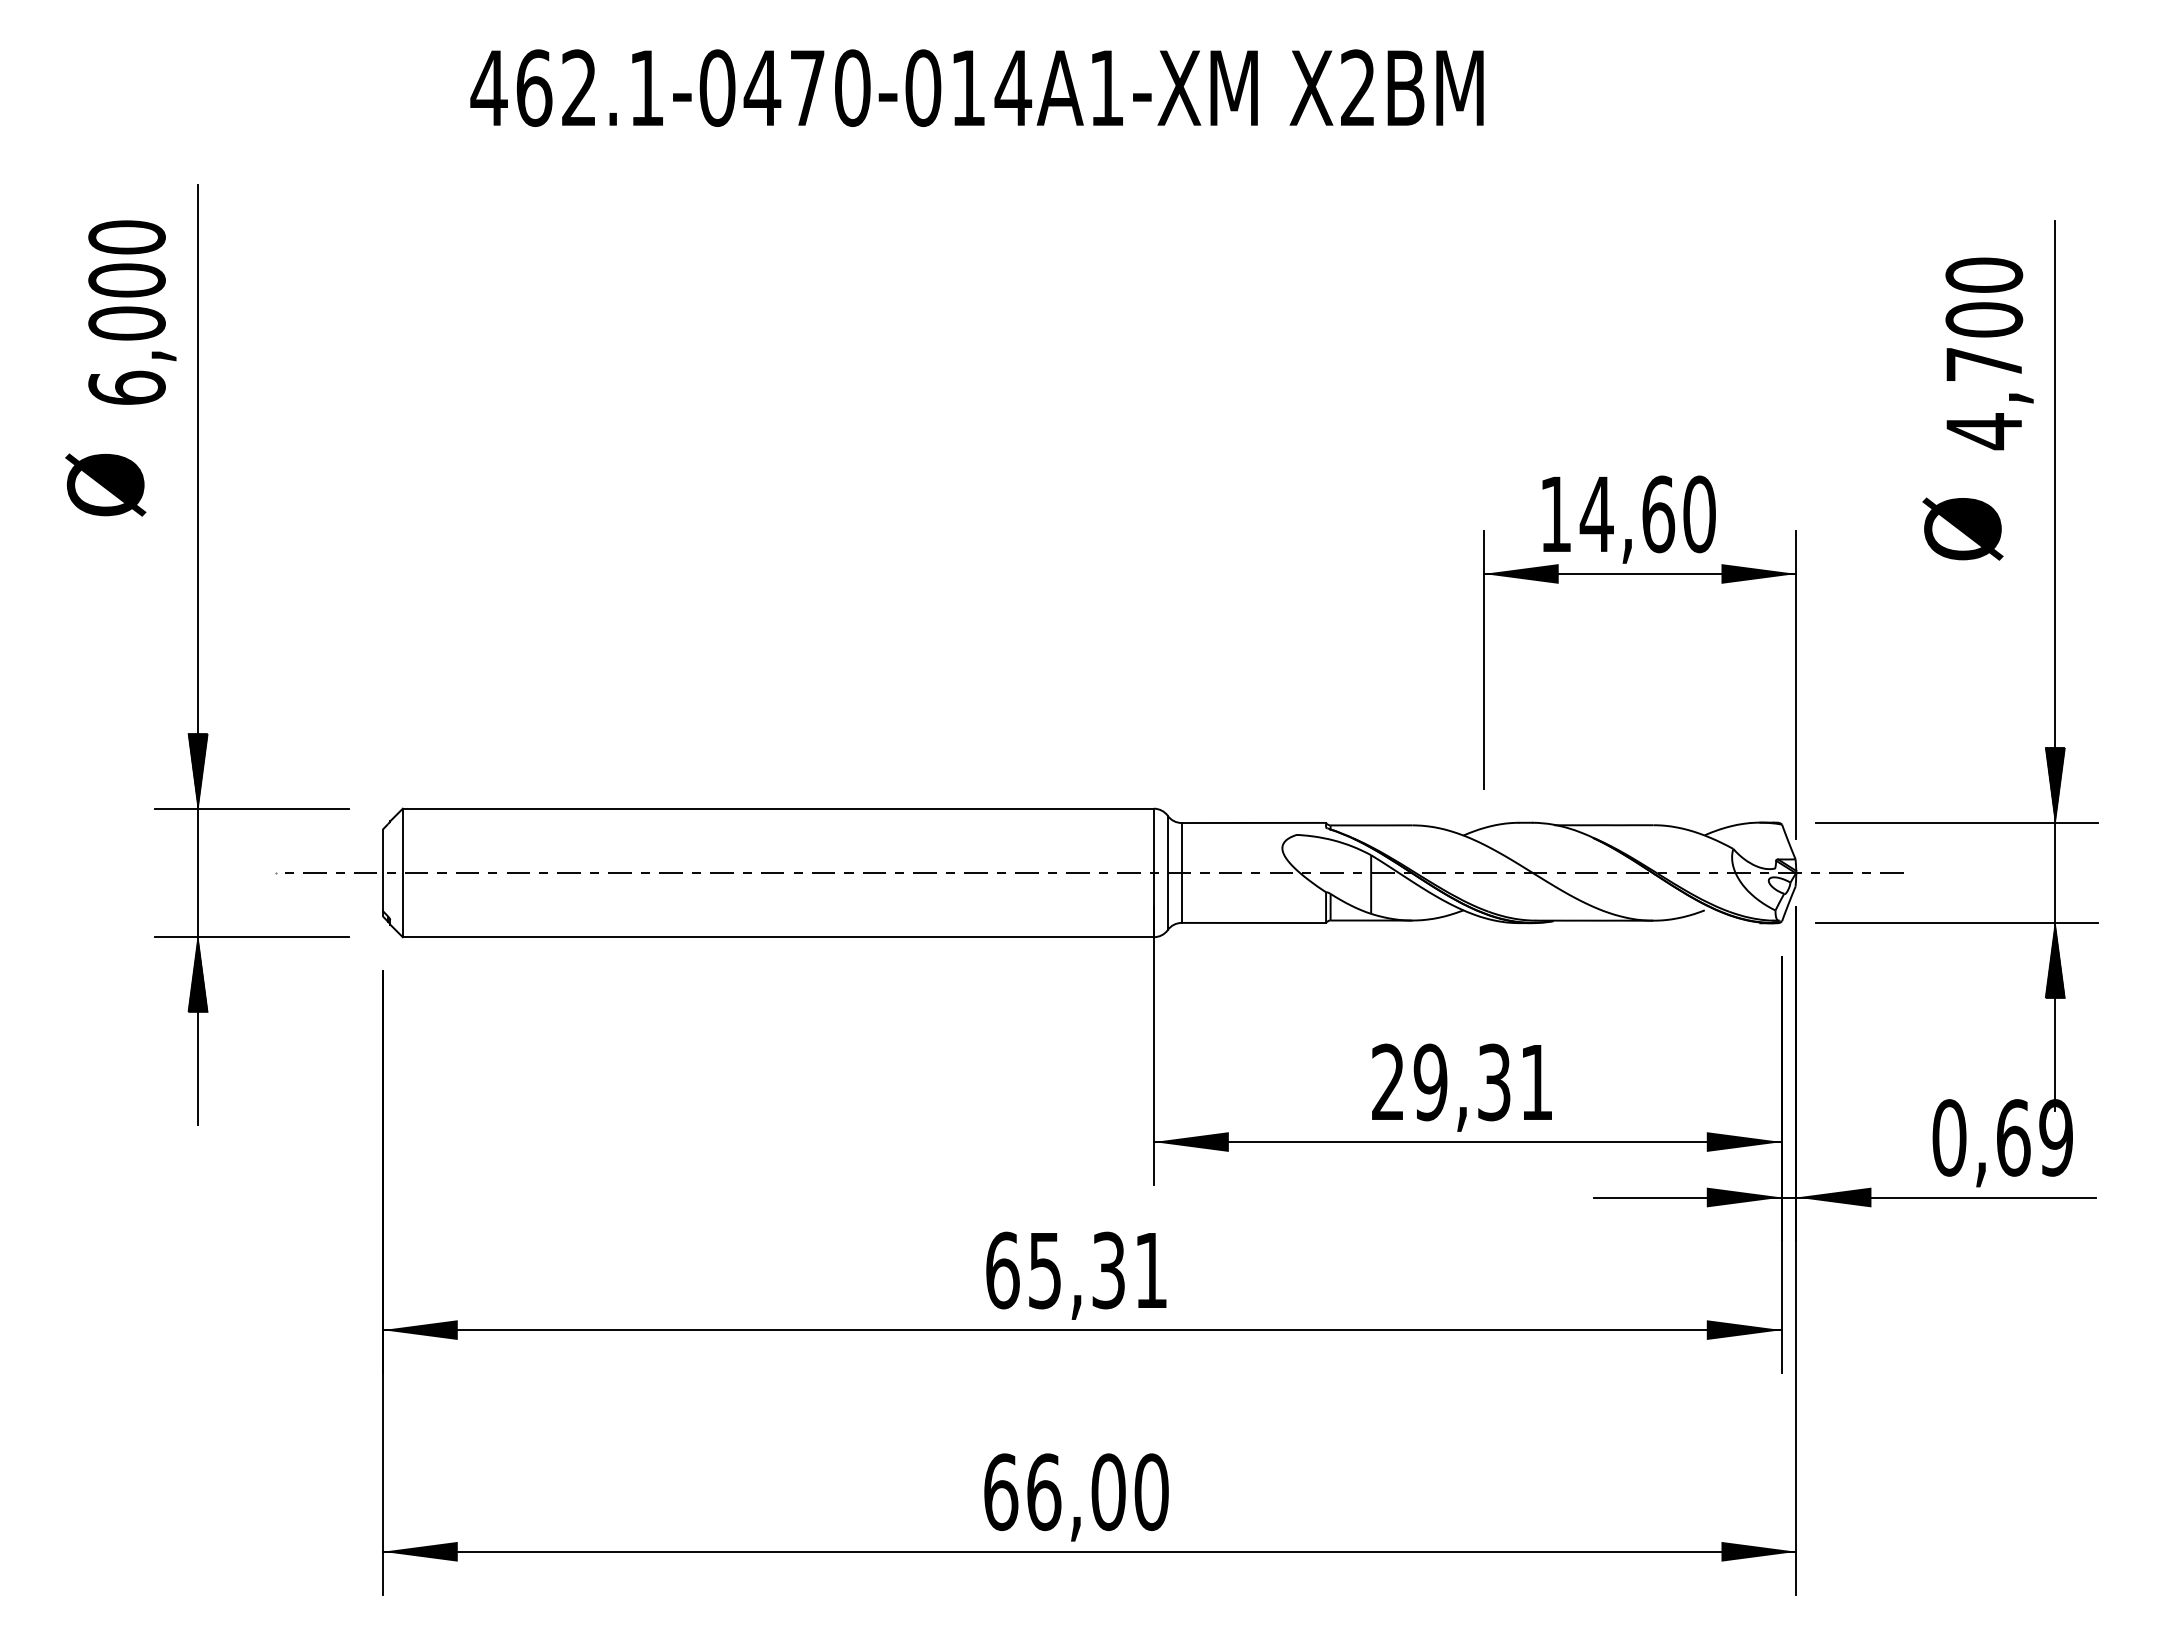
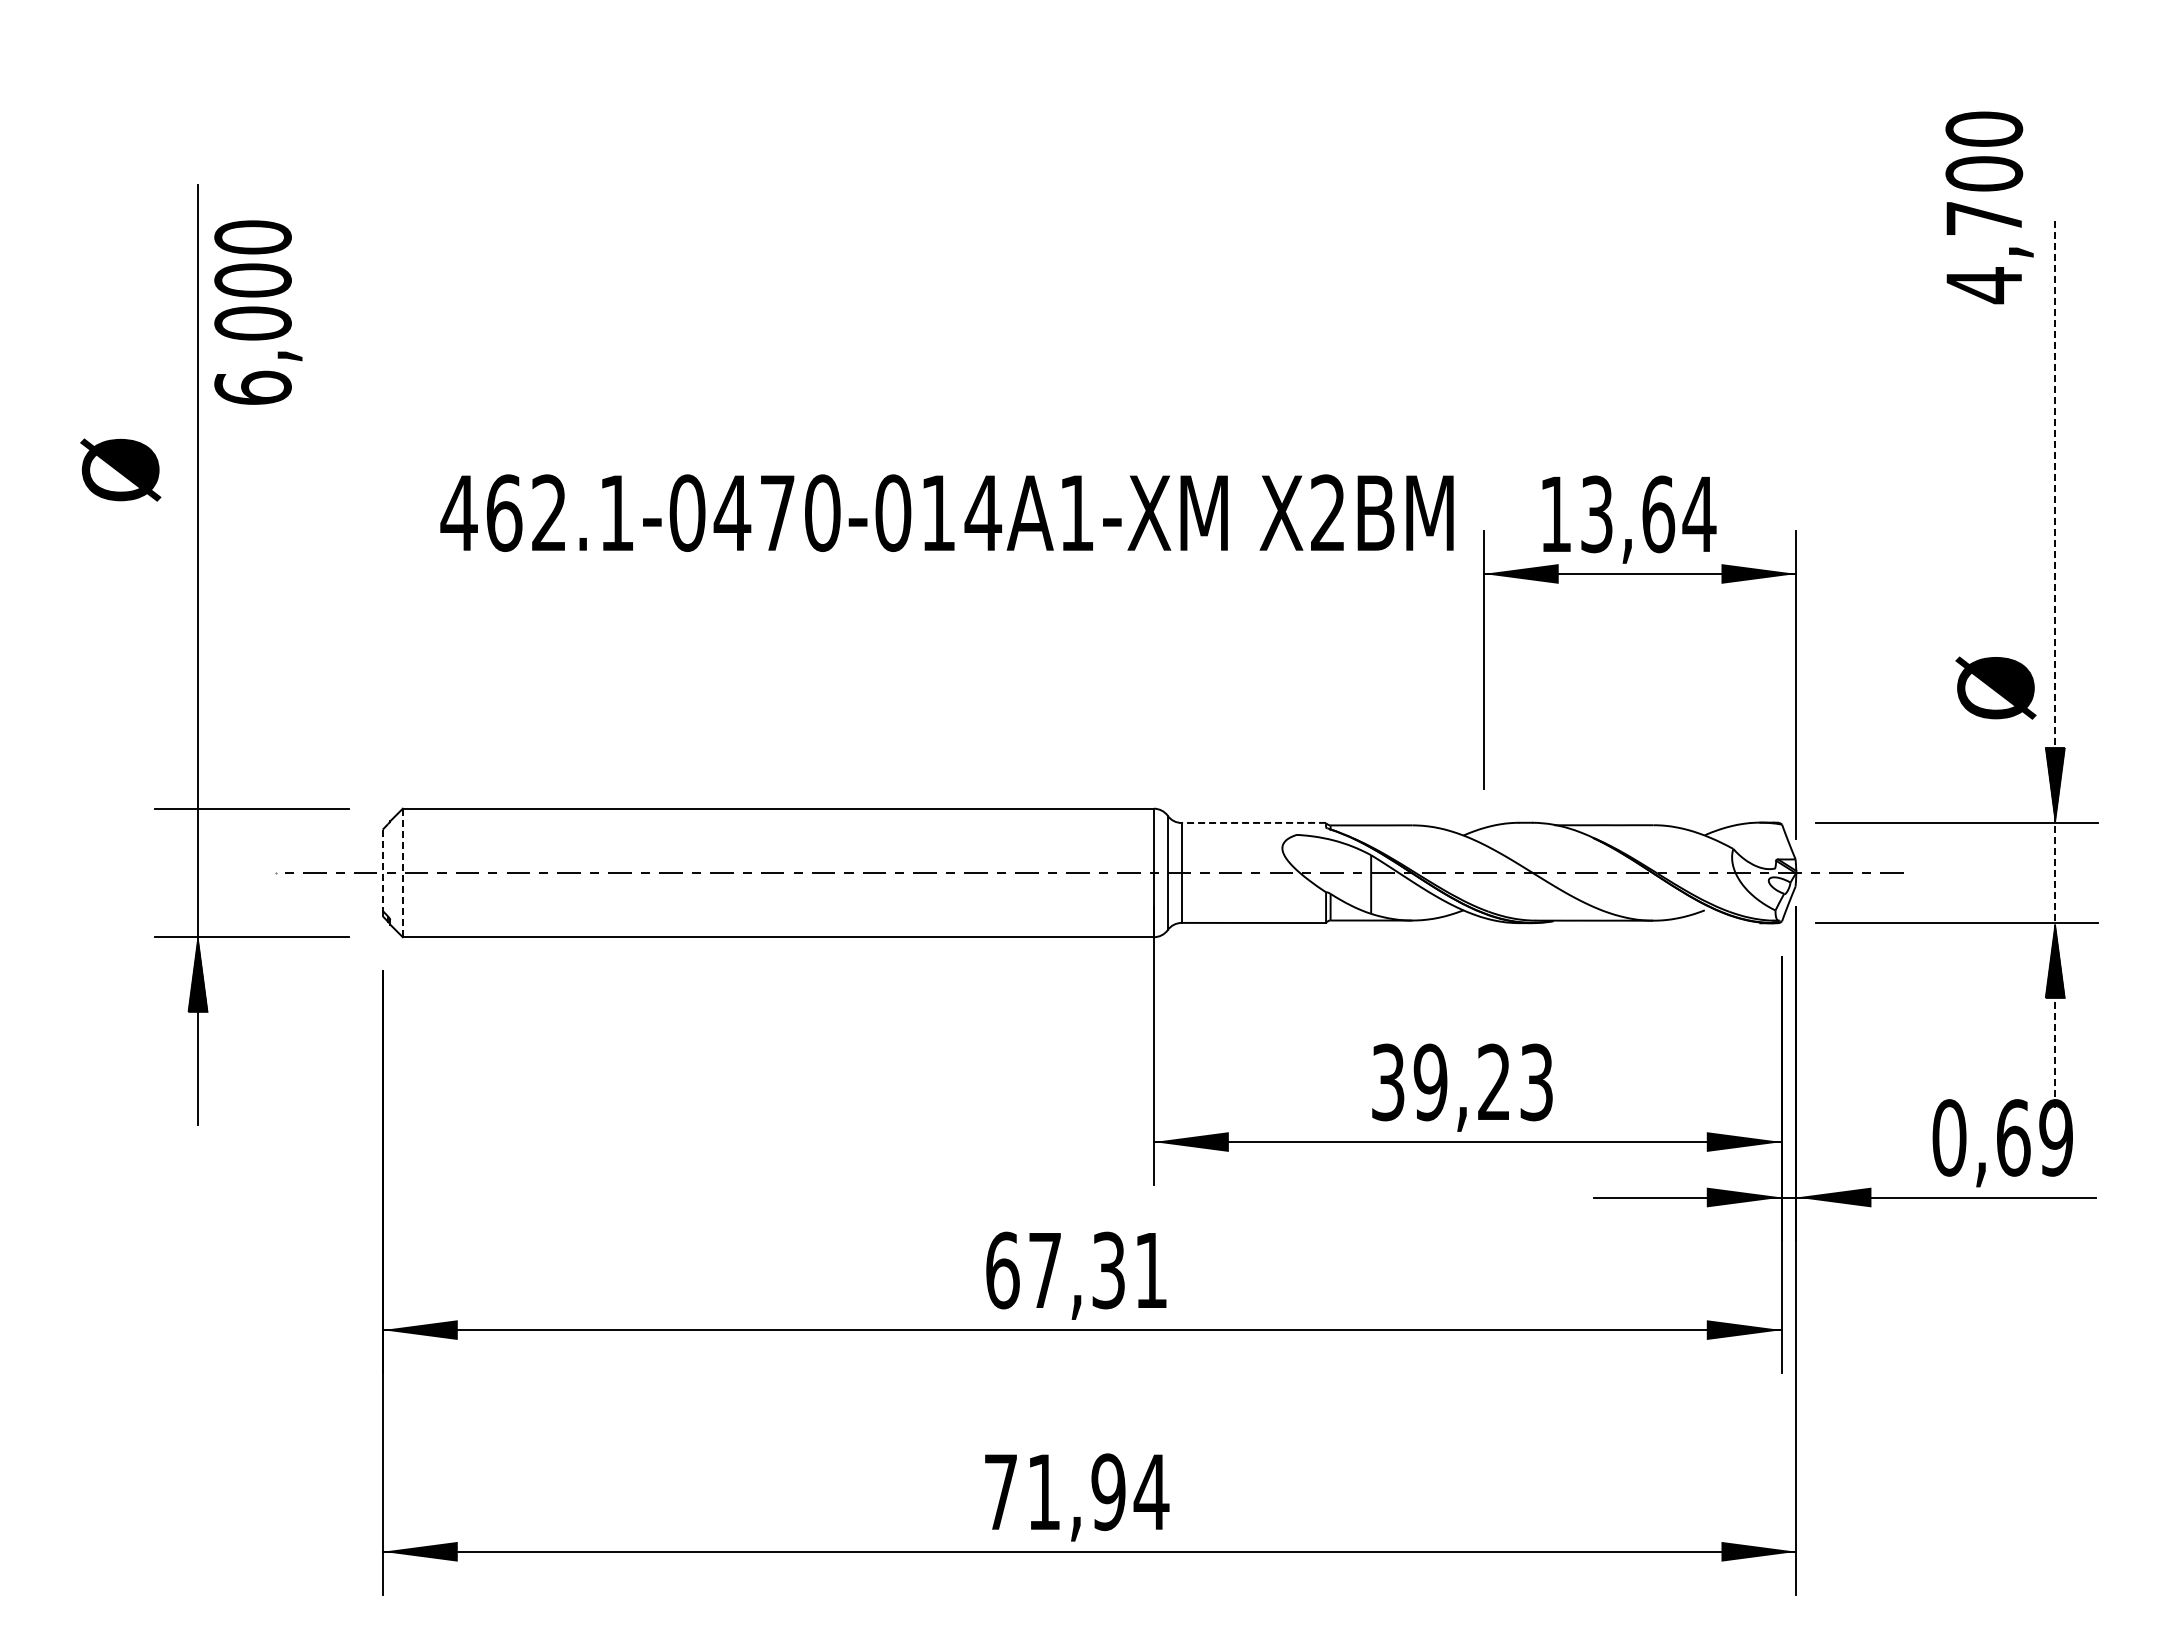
text at (976, 87) position: (976, 87) -> (946, 512)
text at (132, 312) position: (132, 312) -> (258, 312)
text at (1989, 353) position: (1989, 353) -> (1989, 207)
text at (105, 484) position: (105, 484) -> (120, 469)
text at (1647, 514): 14,60 -> 13,64
text at (1962, 528) position: (1962, 528) -> (1995, 687)
line at (2055, 665): solid -> dashed
hatch at (197, 770): present -> none
line at (1253, 822): solid -> dashed
line at (382, 870): solid -> dashed
line at (402, 873): solid -> dashed
text at (1462, 1082): 29,31 -> 39,23
text at (1044, 1271): 65,31 -> 67,31
text at (1076, 1492): 66,00 -> 71,94
